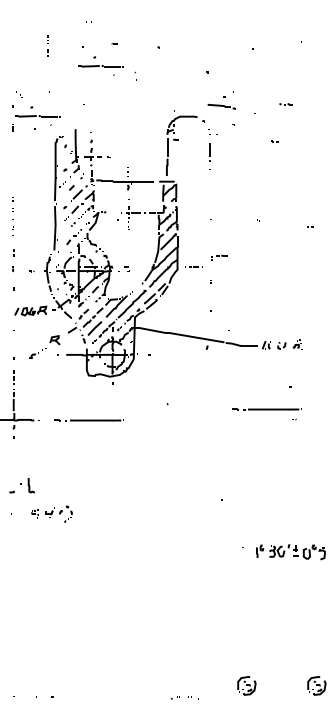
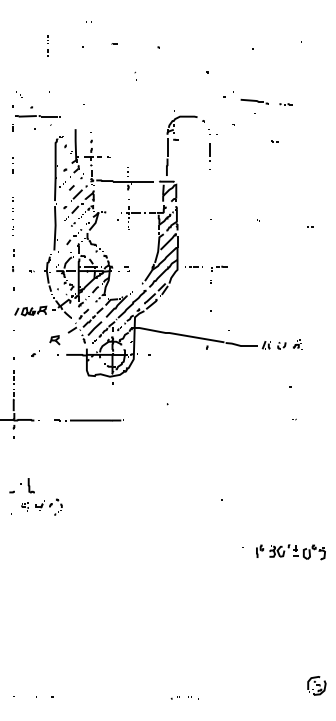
part at (100, 65): present -> none
part at (221, 106) position: (221, 106) -> (254, 101)
part at (12, 165): none -> present
part at (219, 257) position: (219, 257) -> (219, 268)
part at (37, 353) size: 18x11 px -> 9x7 px
line at (266, 409): present -> none
part at (51, 513) position: (51, 513) -> (41, 506)
part at (246, 685): present -> none
